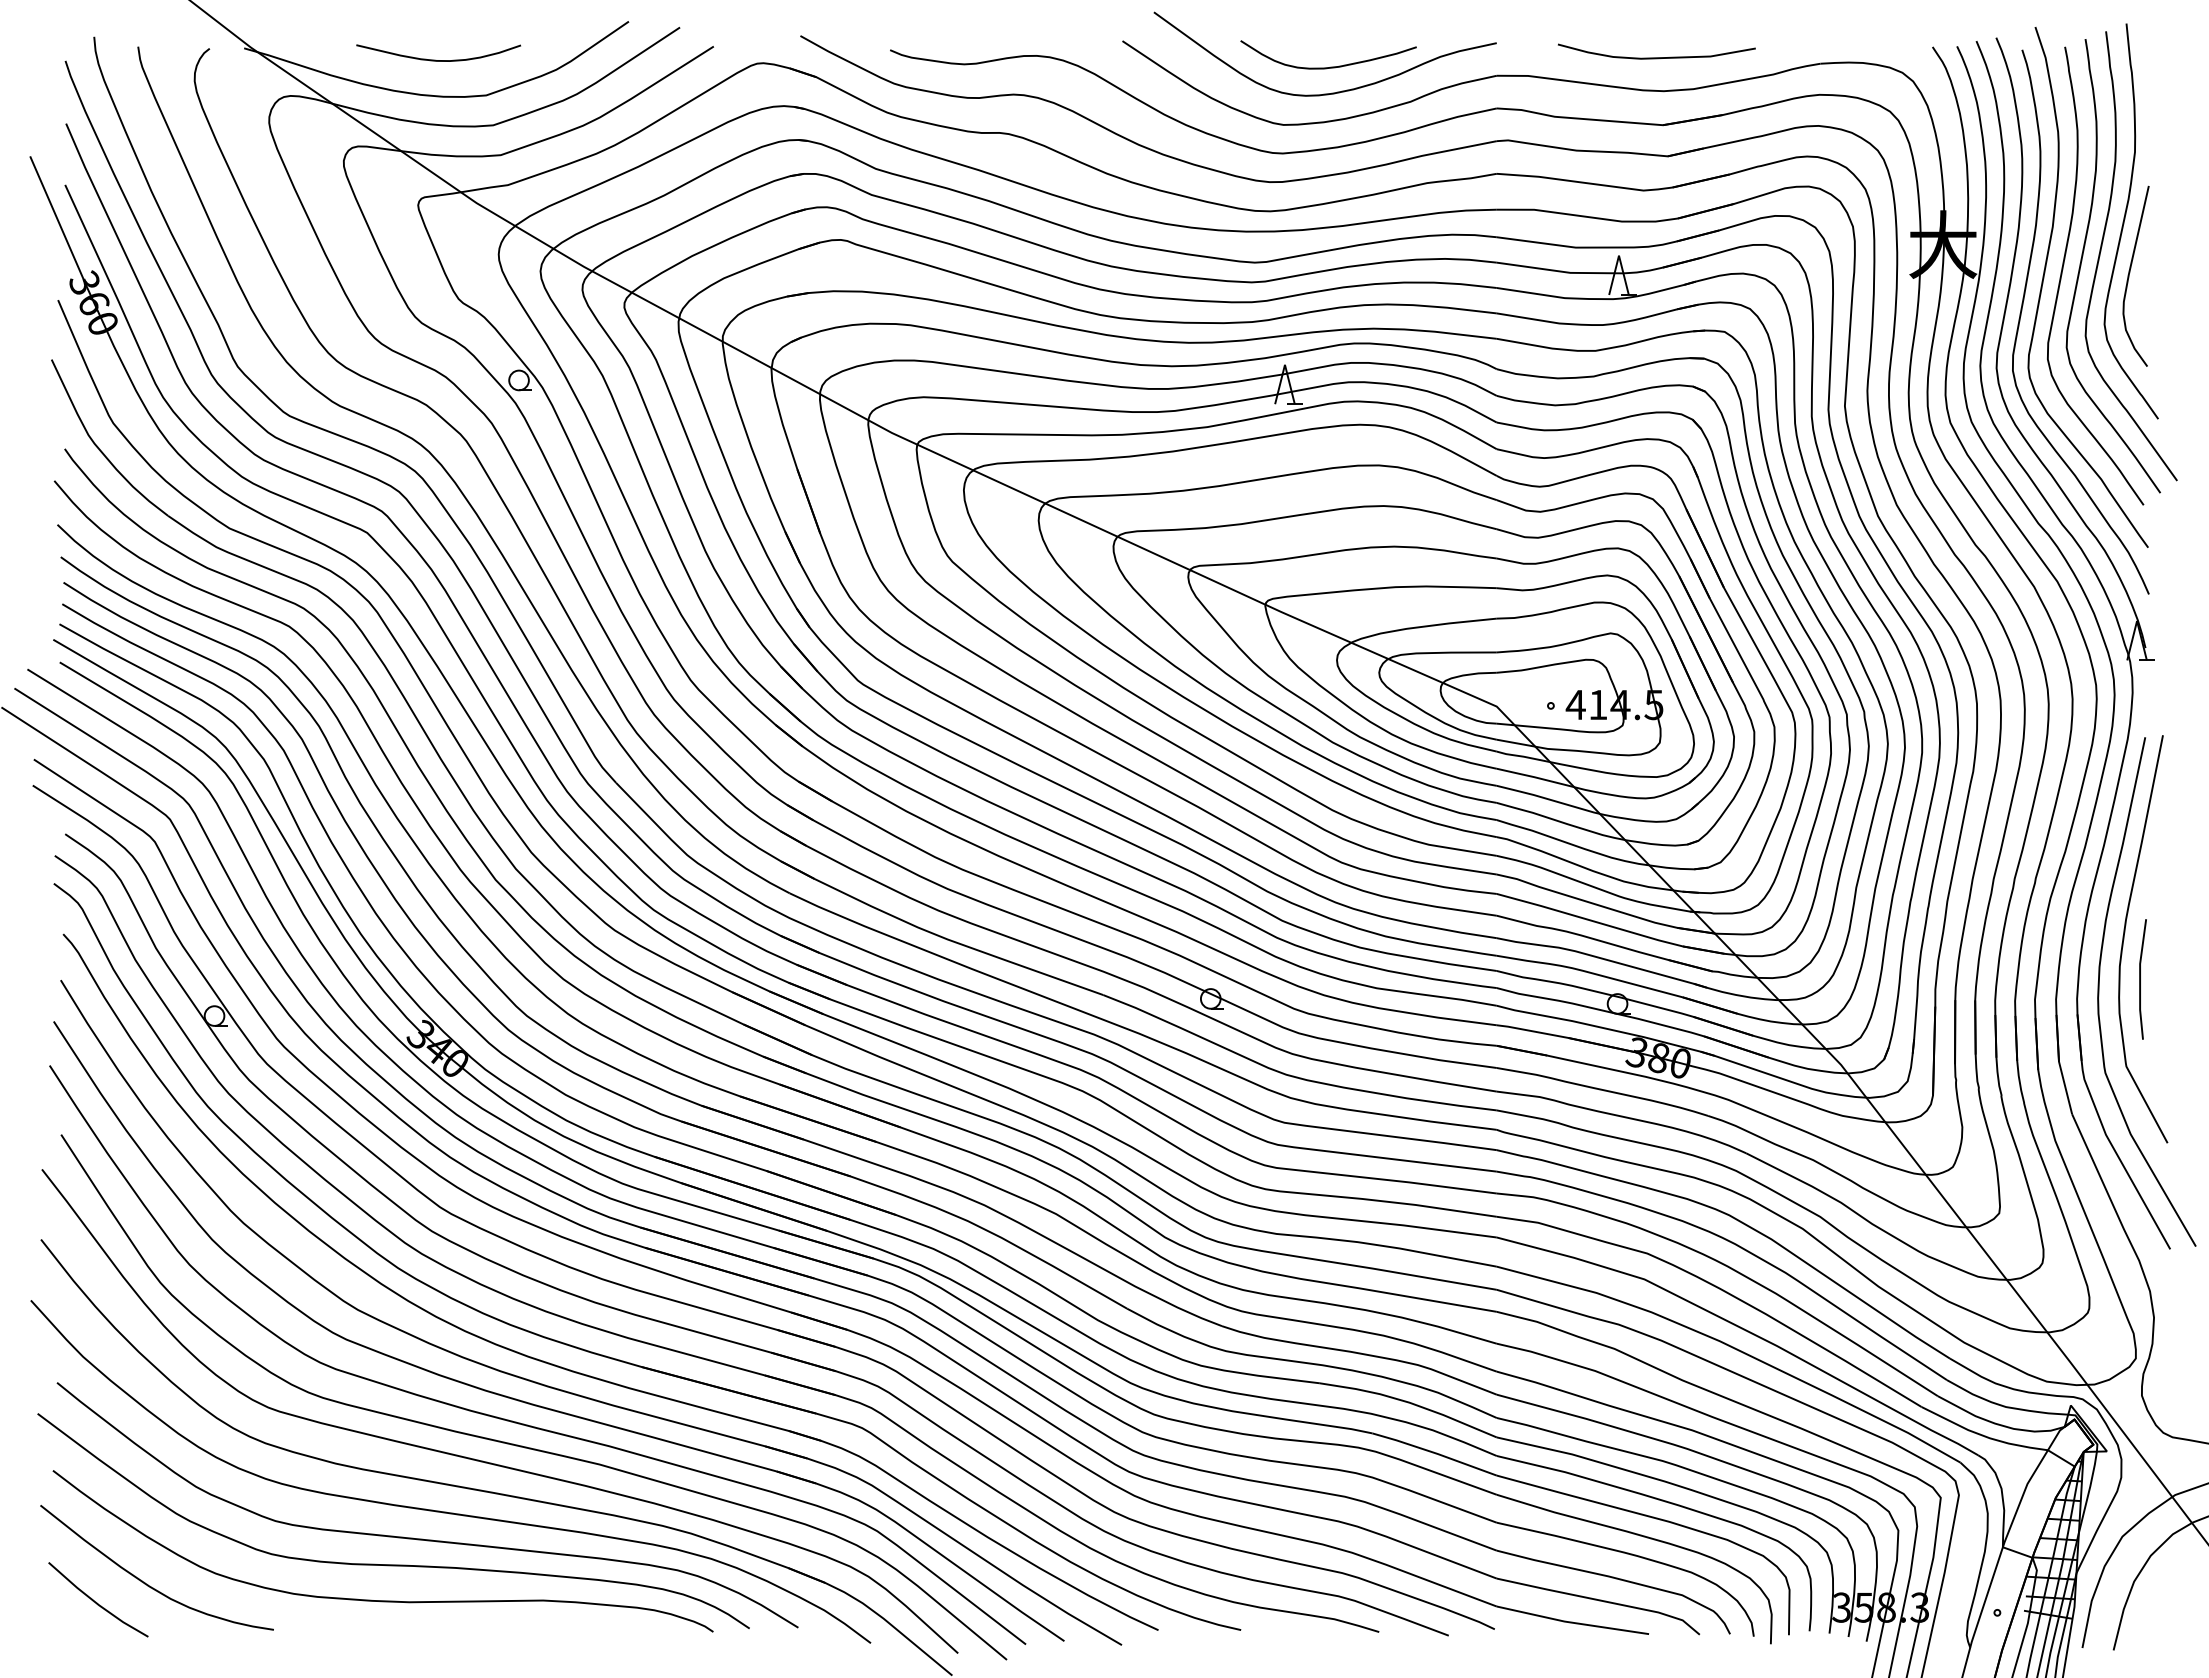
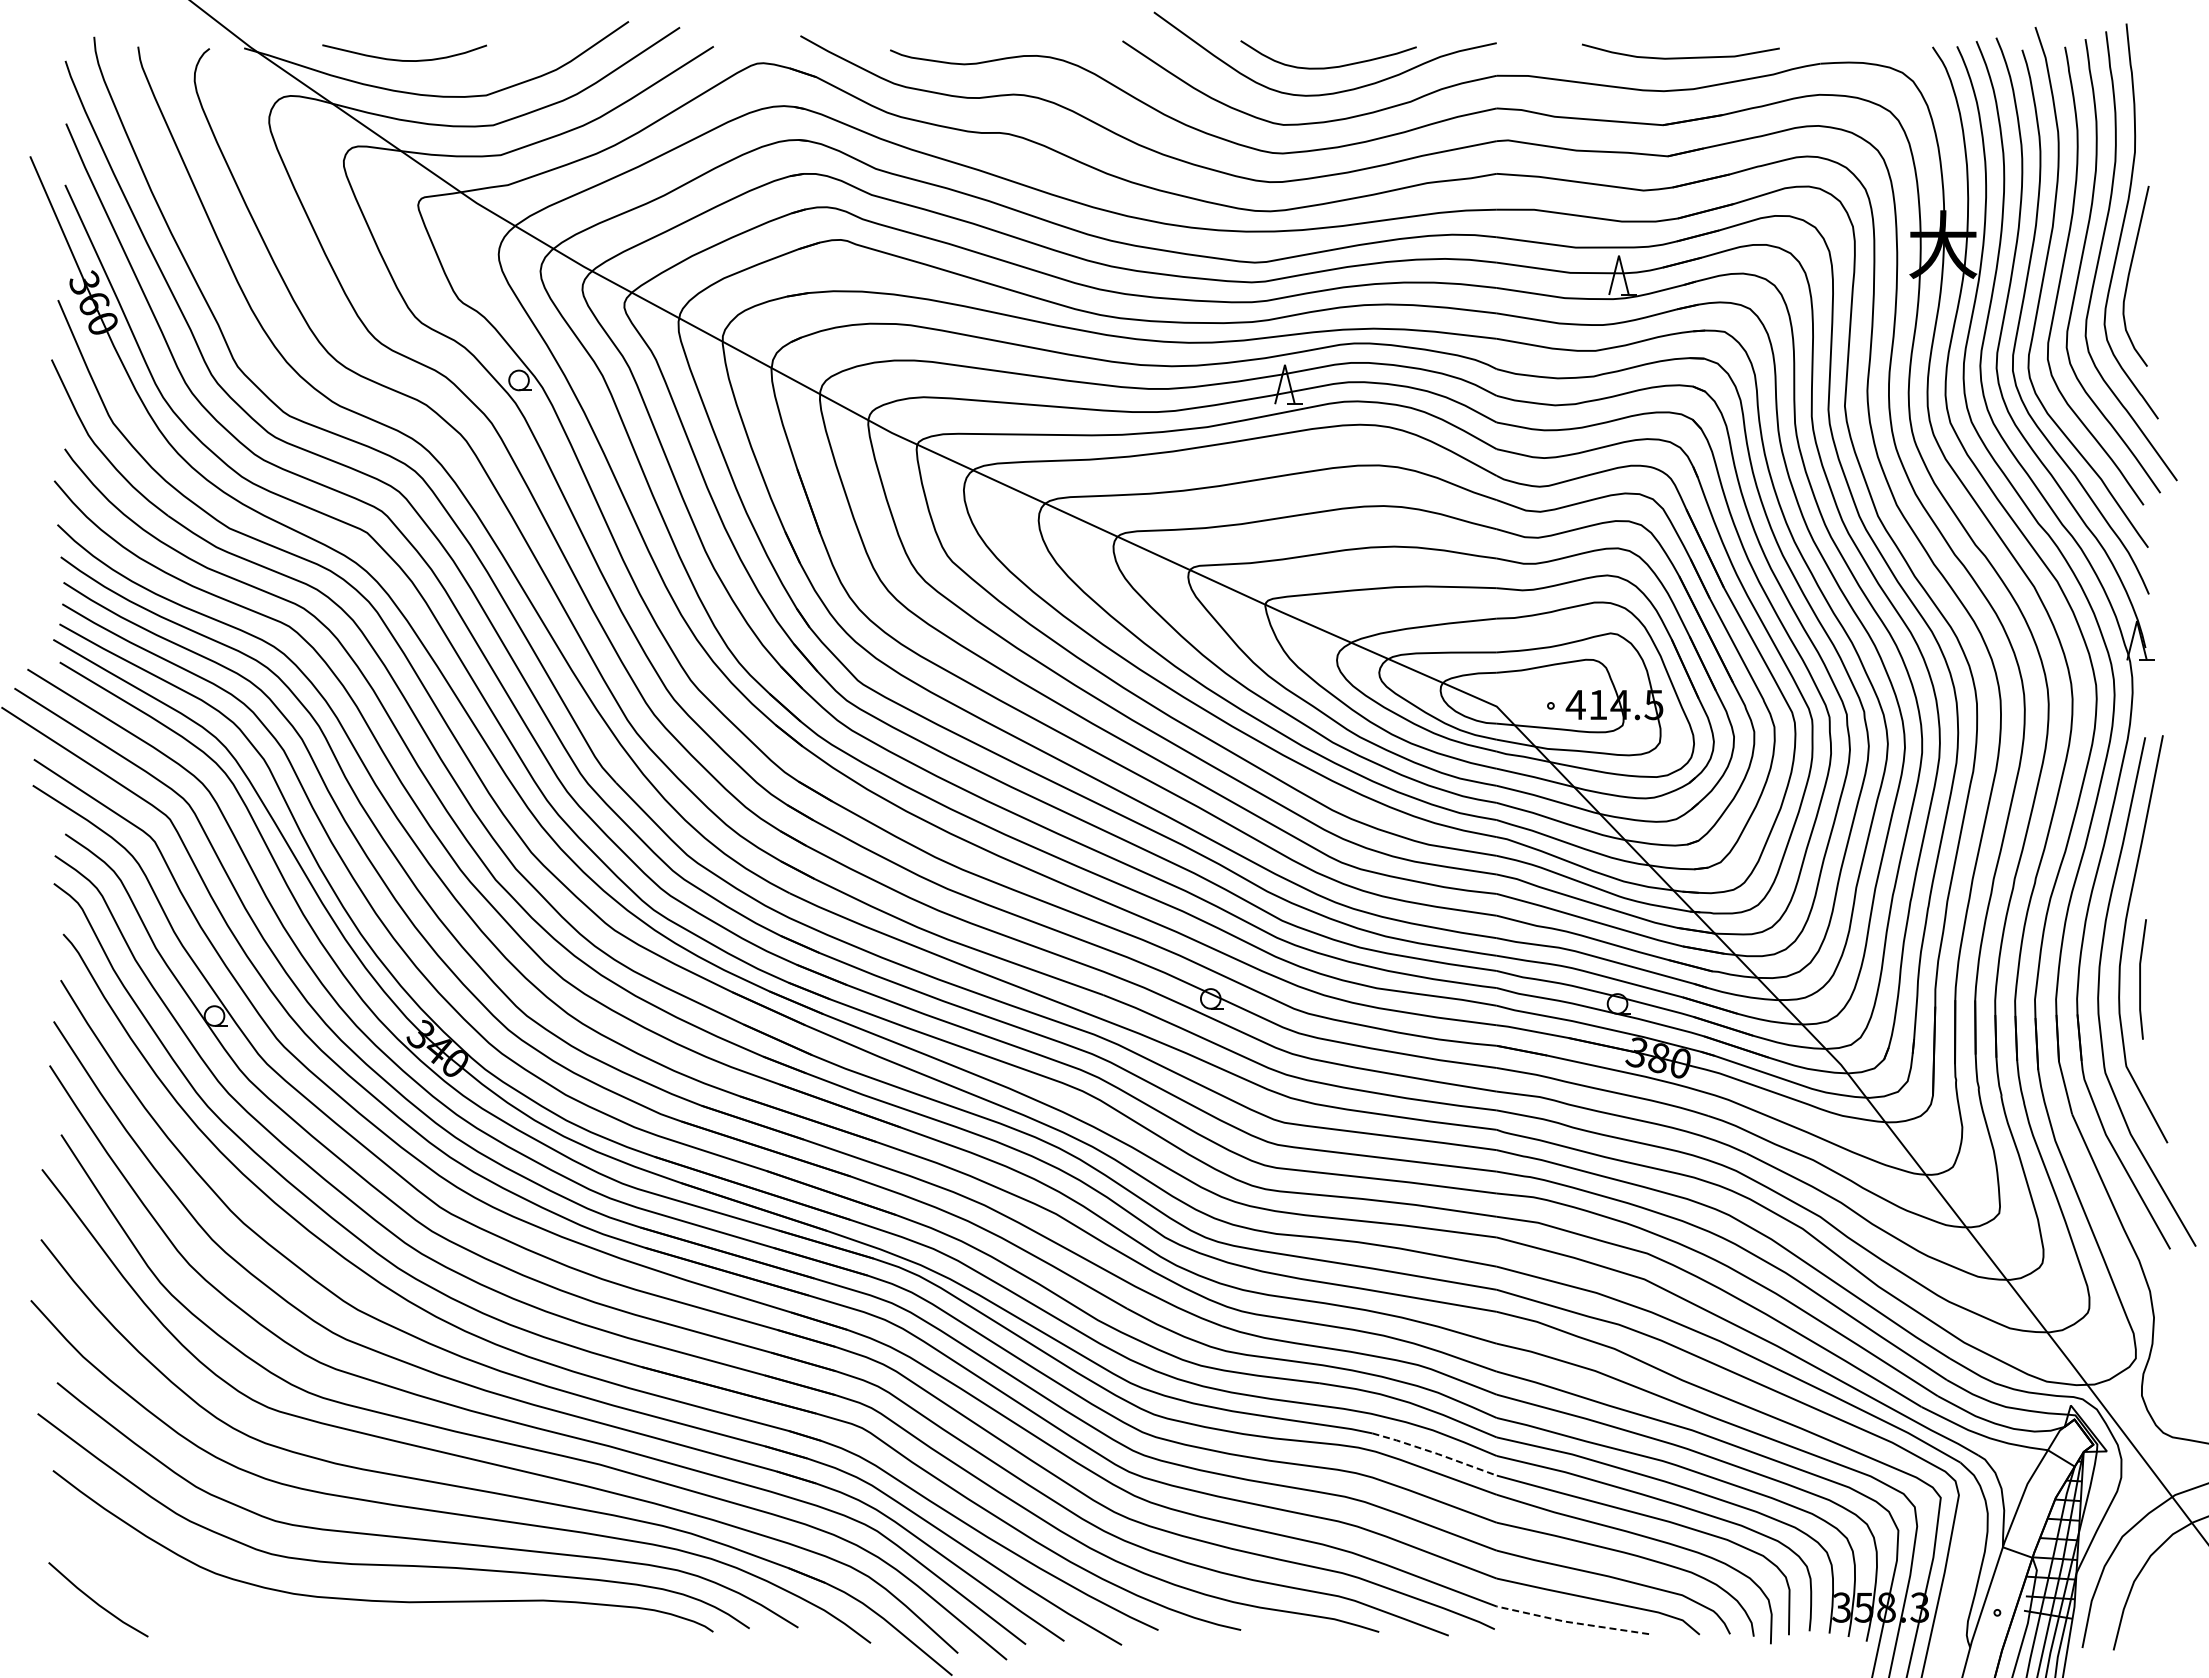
curve at (1656, 57) position: (1656, 57) -> (1680, 57)
curve at (435, 59) position: (435, 59) -> (401, 59)
line at (1435, 1453): solid -> dashed
curve at (145, 1582): present -> none
line at (1571, 1622): solid -> dashed
